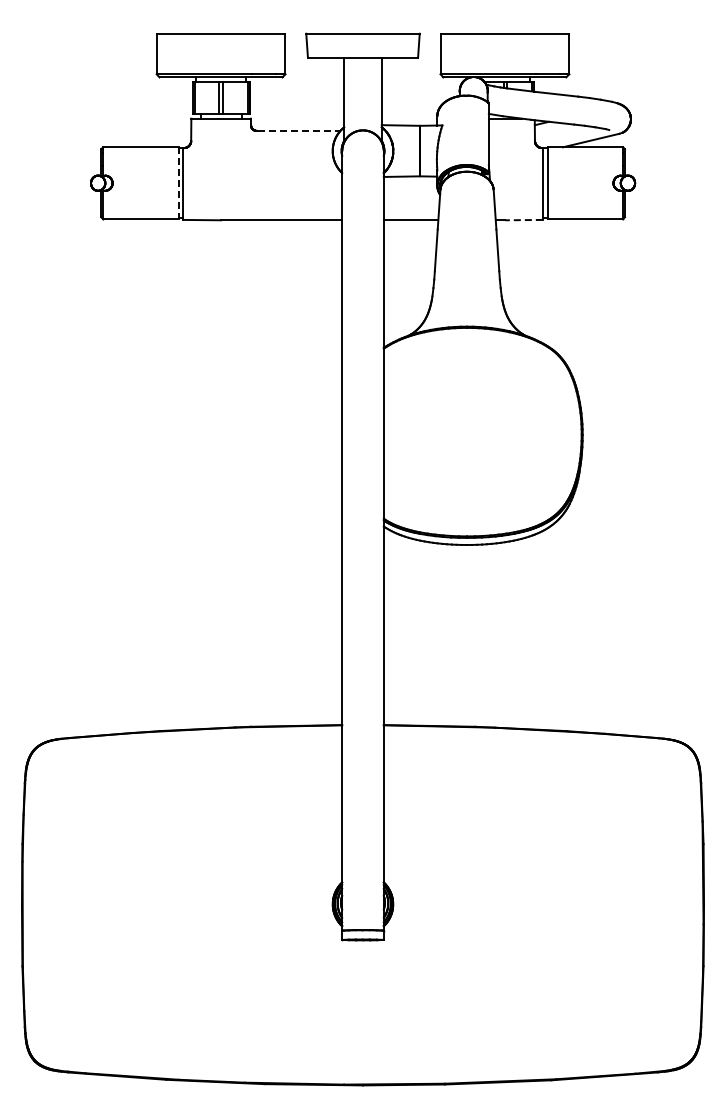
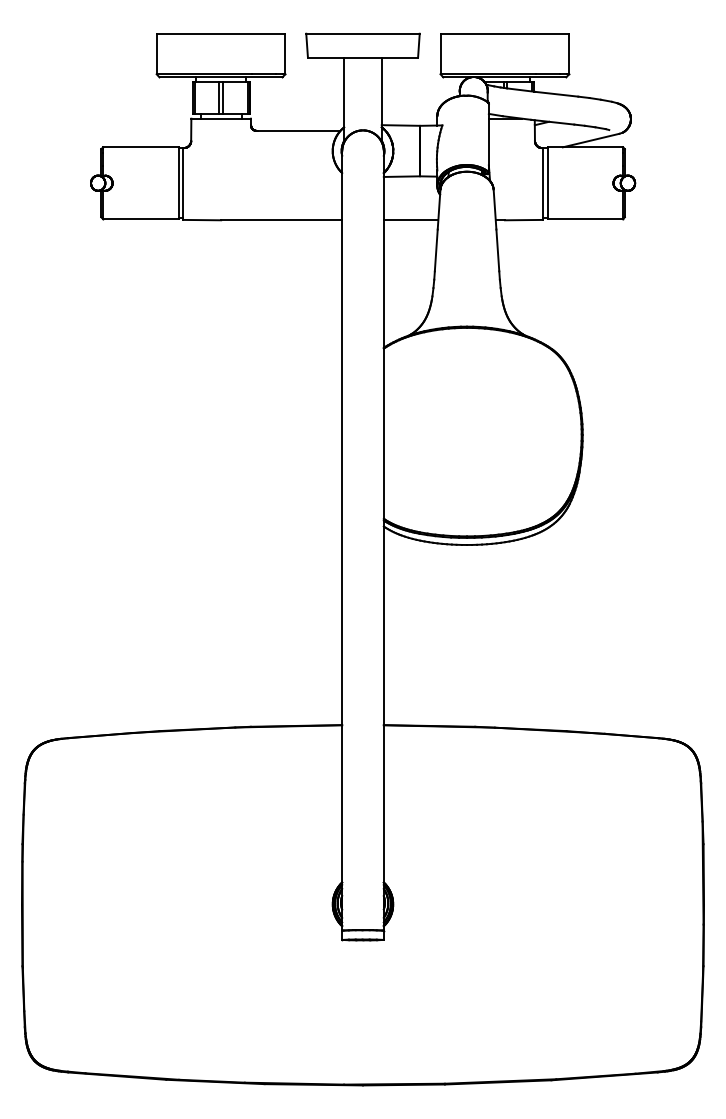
line at (299, 131): dashed -> solid
line at (178, 183): dashed -> solid
line at (523, 220): dashed -> solid
